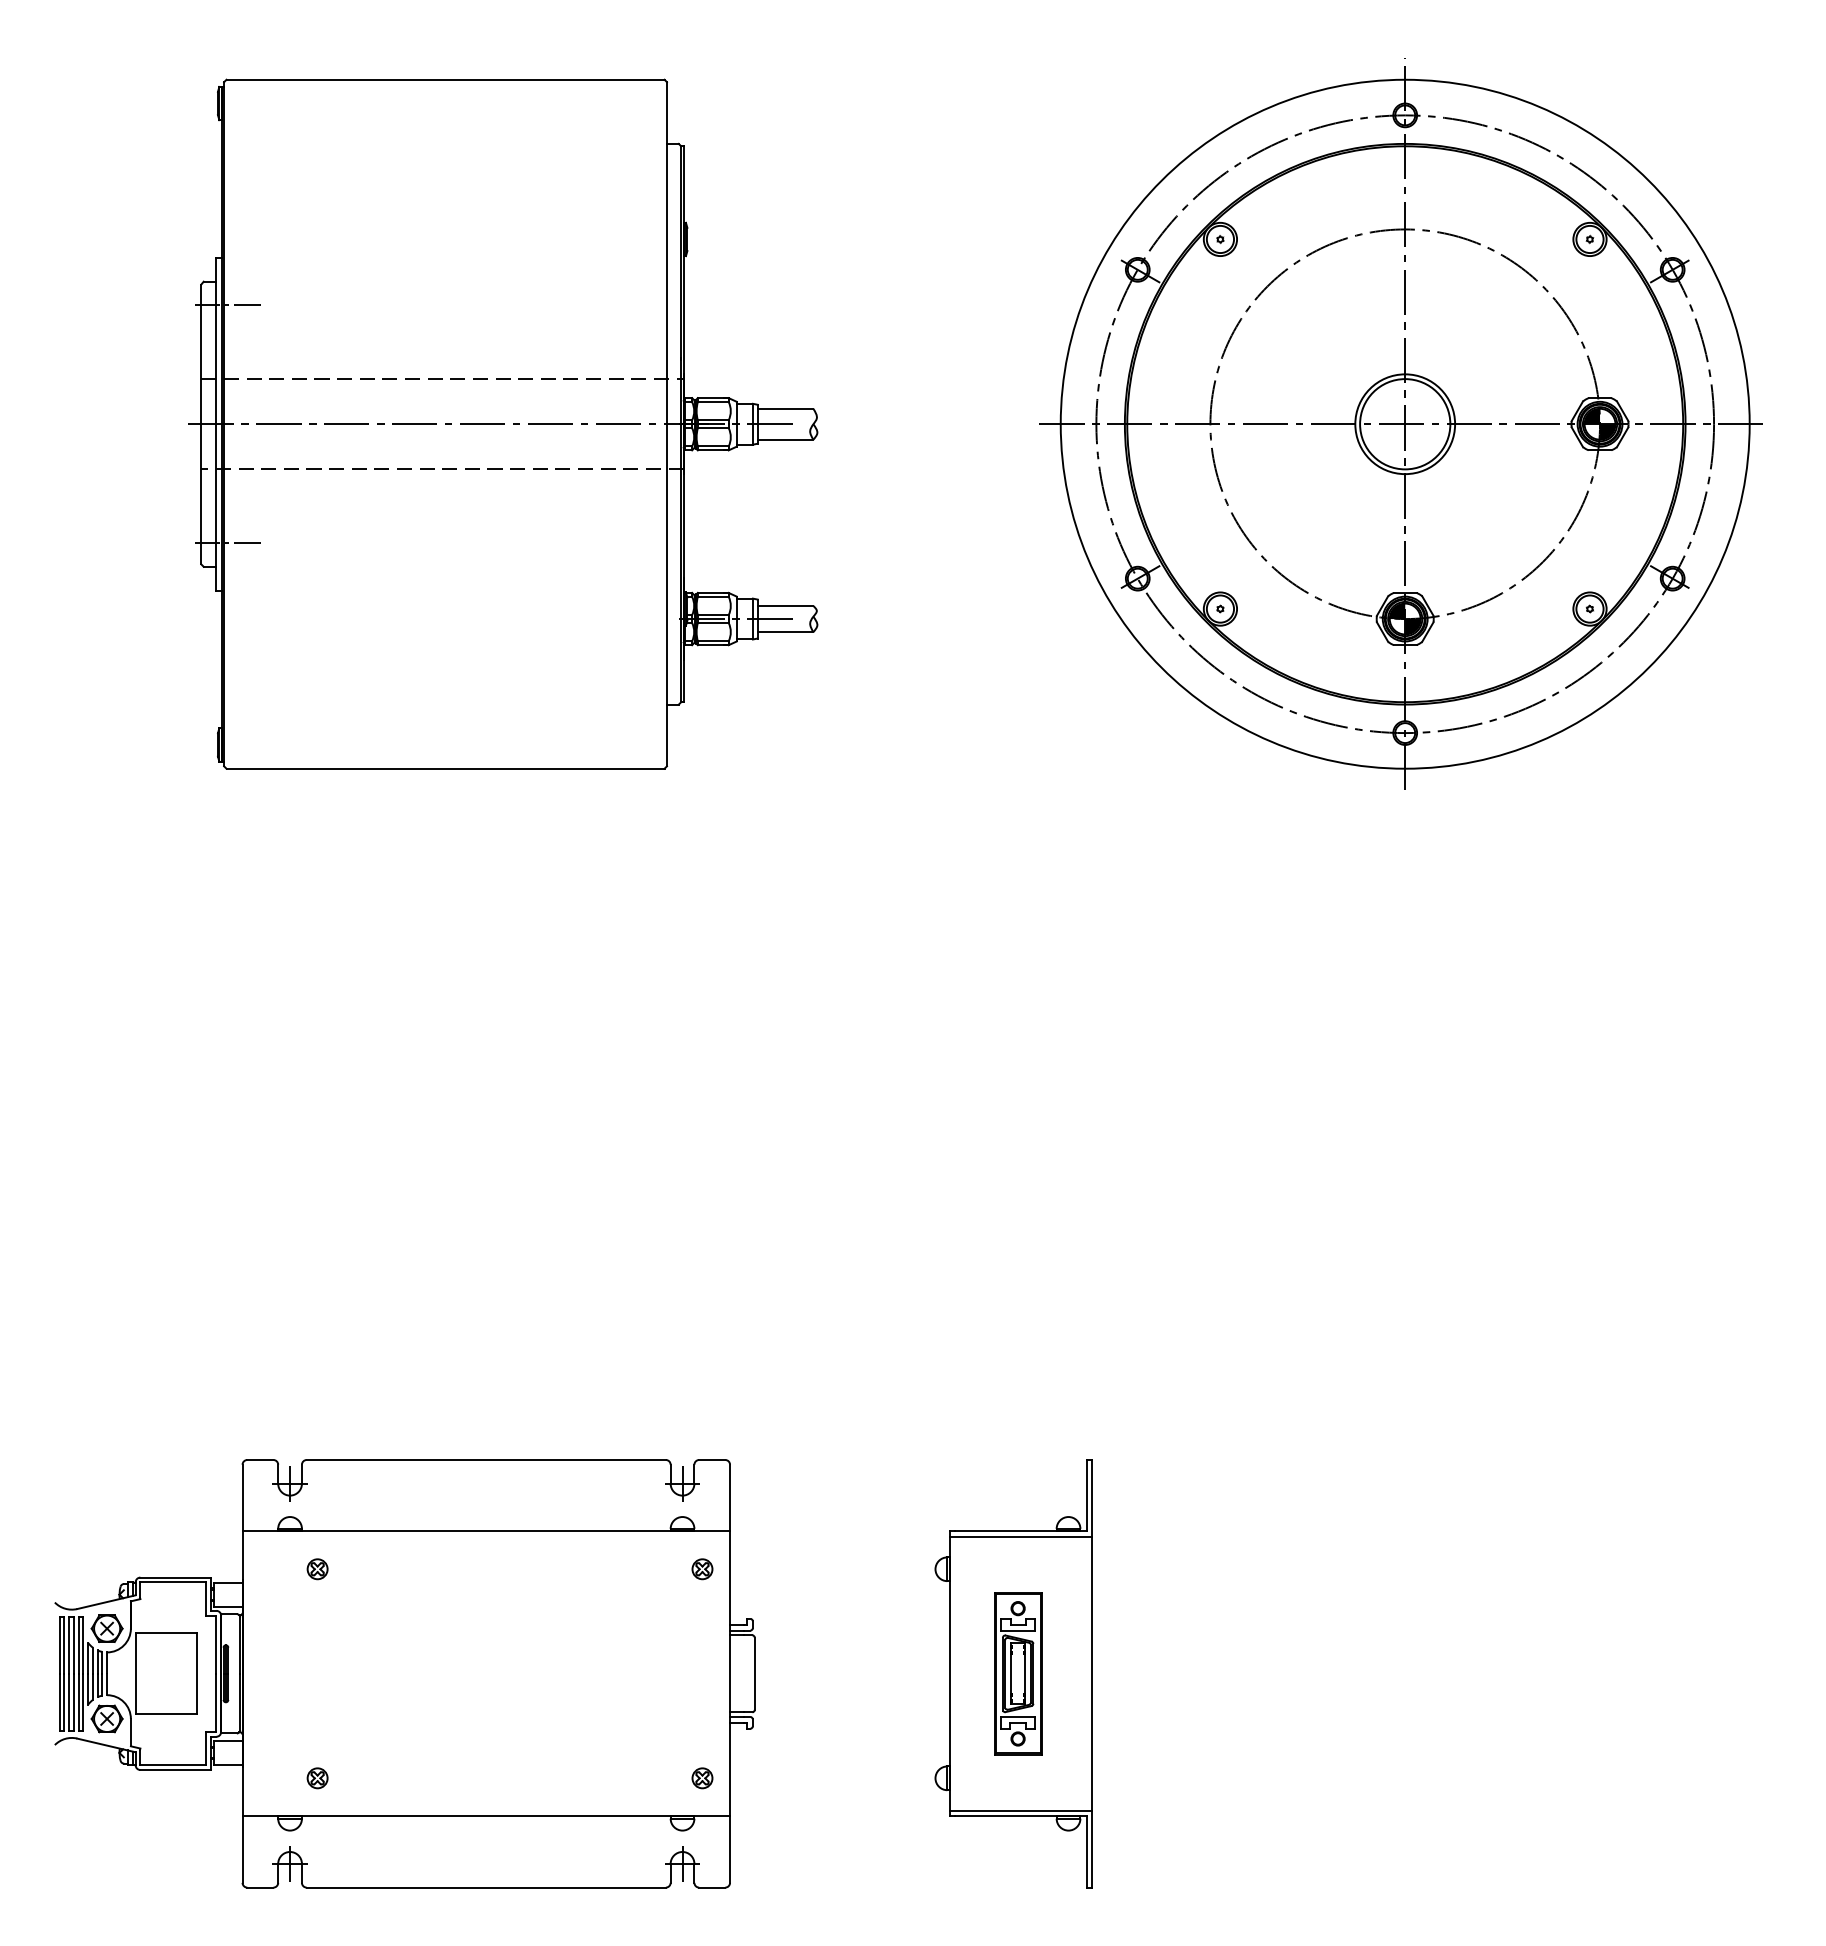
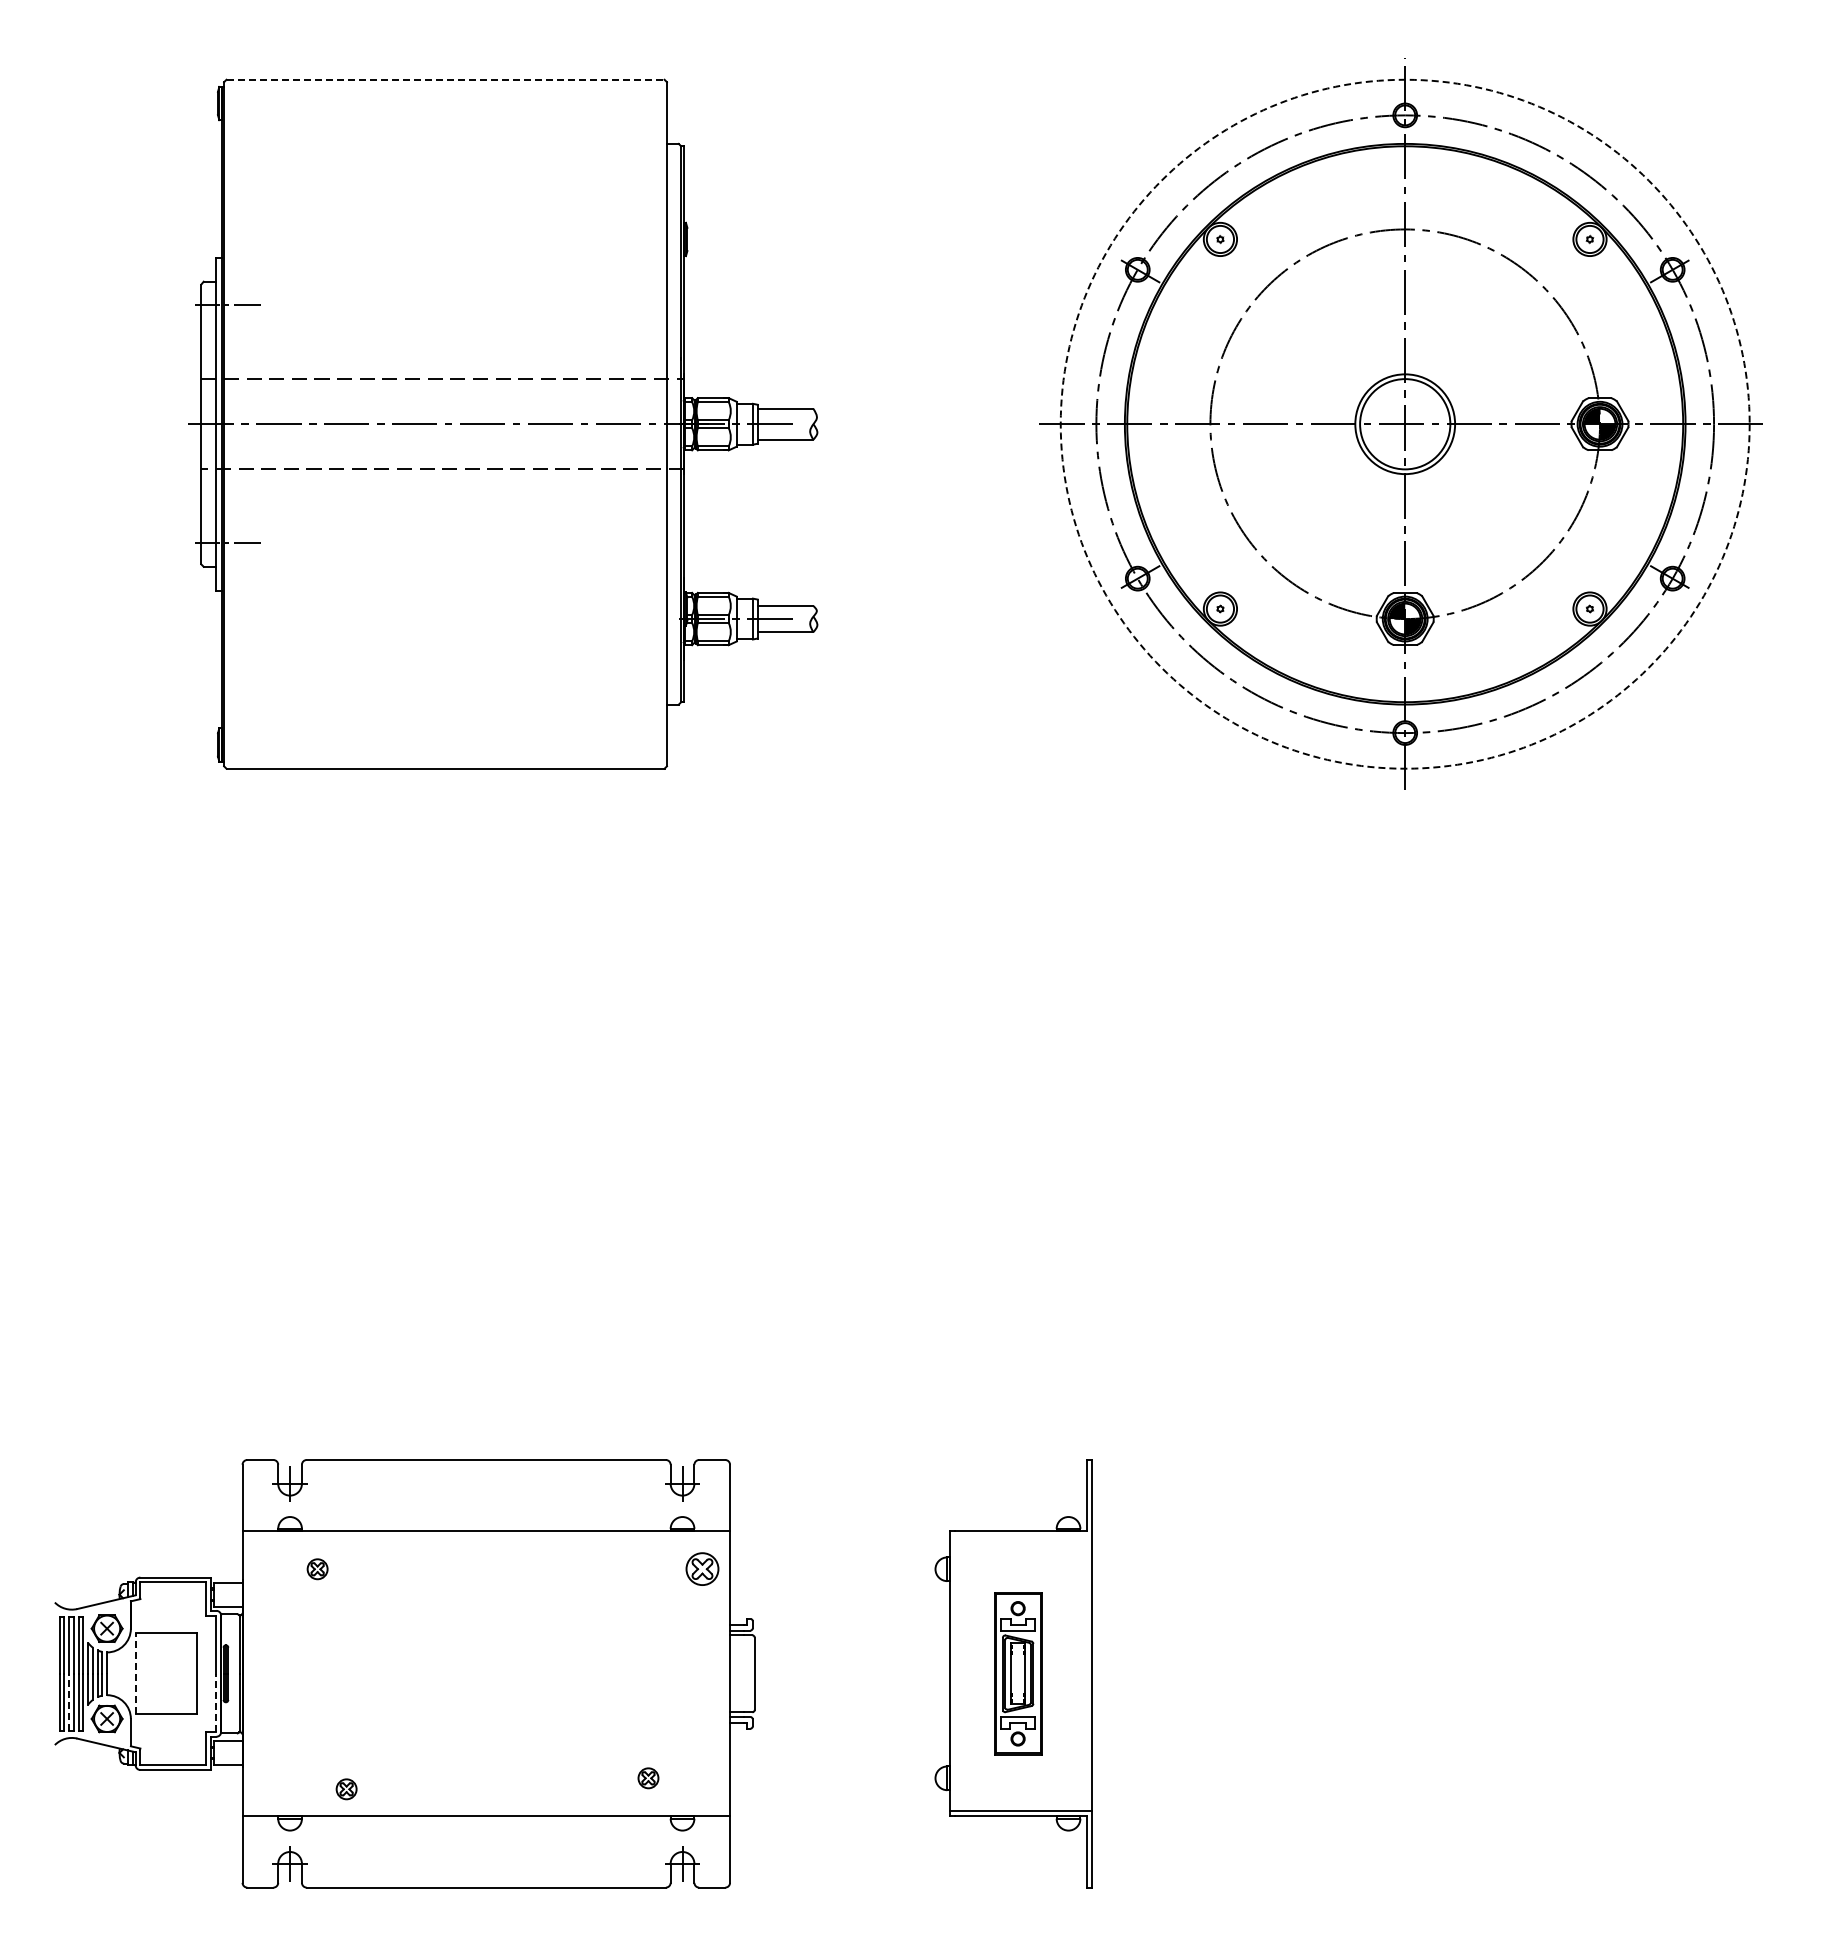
line at (446, 79): solid -> dashed
circle at (1404, 423): solid -> dashed
line at (1020, 1536): present -> none
part at (702, 1569) size: 23x23 px -> 35x34 px
line at (135, 1673): solid -> dashed
line at (69, 1702): solid -> dashed
line at (216, 1702): solid -> dashed
part at (317, 1778) position: (317, 1778) -> (346, 1789)
part at (702, 1778) position: (702, 1778) -> (648, 1778)
